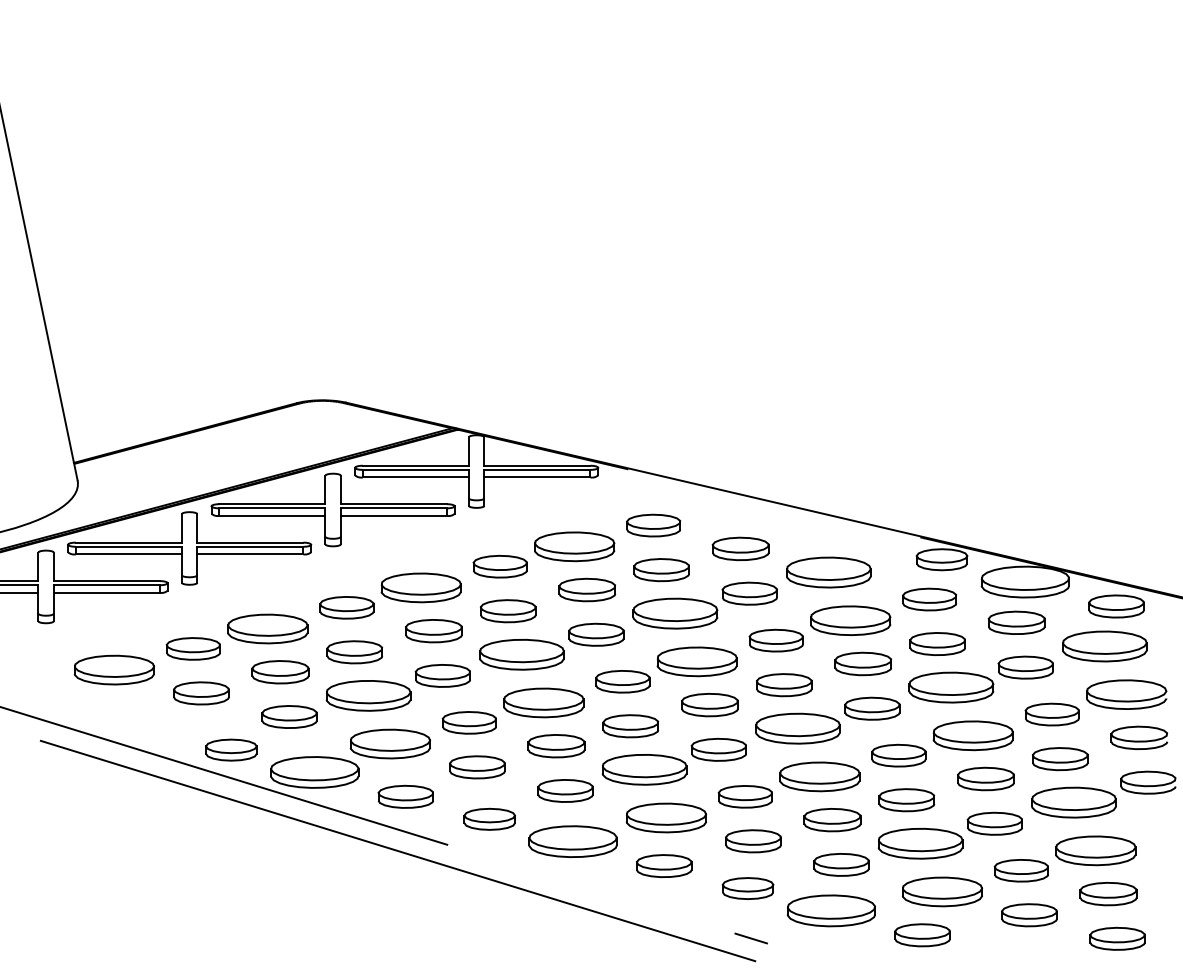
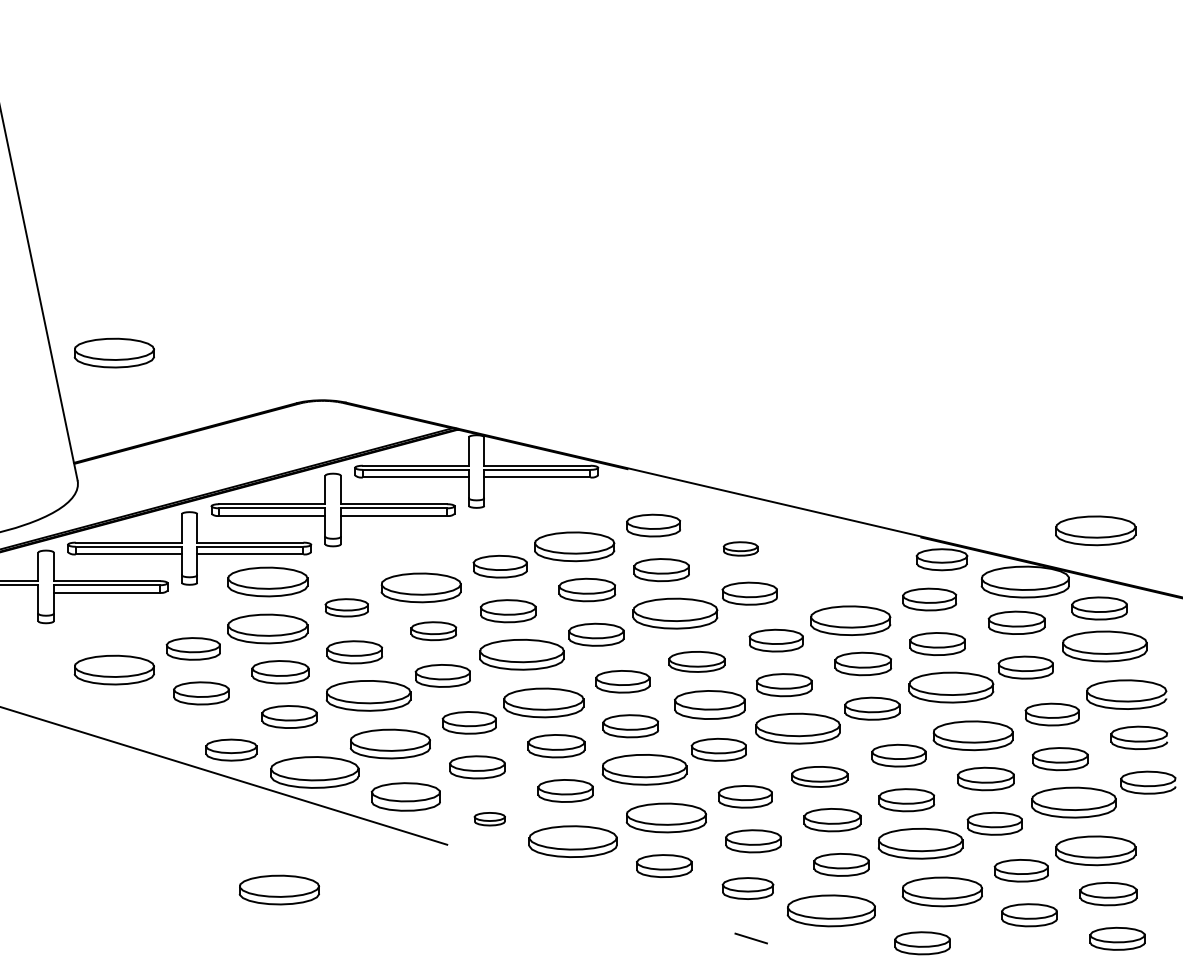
part at (113, 352): none -> present
part at (1095, 530): none -> present
part at (740, 548) size: 59x26 px -> 37x16 px
part at (828, 572): present -> none
part at (267, 581): none -> present
line at (20, 592): present -> none
part at (1116, 606) position: (1116, 606) -> (1099, 608)
part at (346, 607) size: 56x24 px -> 45x20 px
part at (433, 631) size: 58x25 px -> 48x21 px
part at (696, 661) size: 82x32 px -> 58x22 px
part at (709, 705) size: 58x25 px -> 72x30 px
part at (819, 776) size: 82x32 px -> 58x22 px
part at (405, 796) size: 57x25 px -> 71x30 px
part at (489, 818) size: 54x24 px -> 33x15 px
line at (379, 845): present -> none
part at (278, 889): none -> present
part at (922, 935) position: (922, 935) -> (922, 943)
